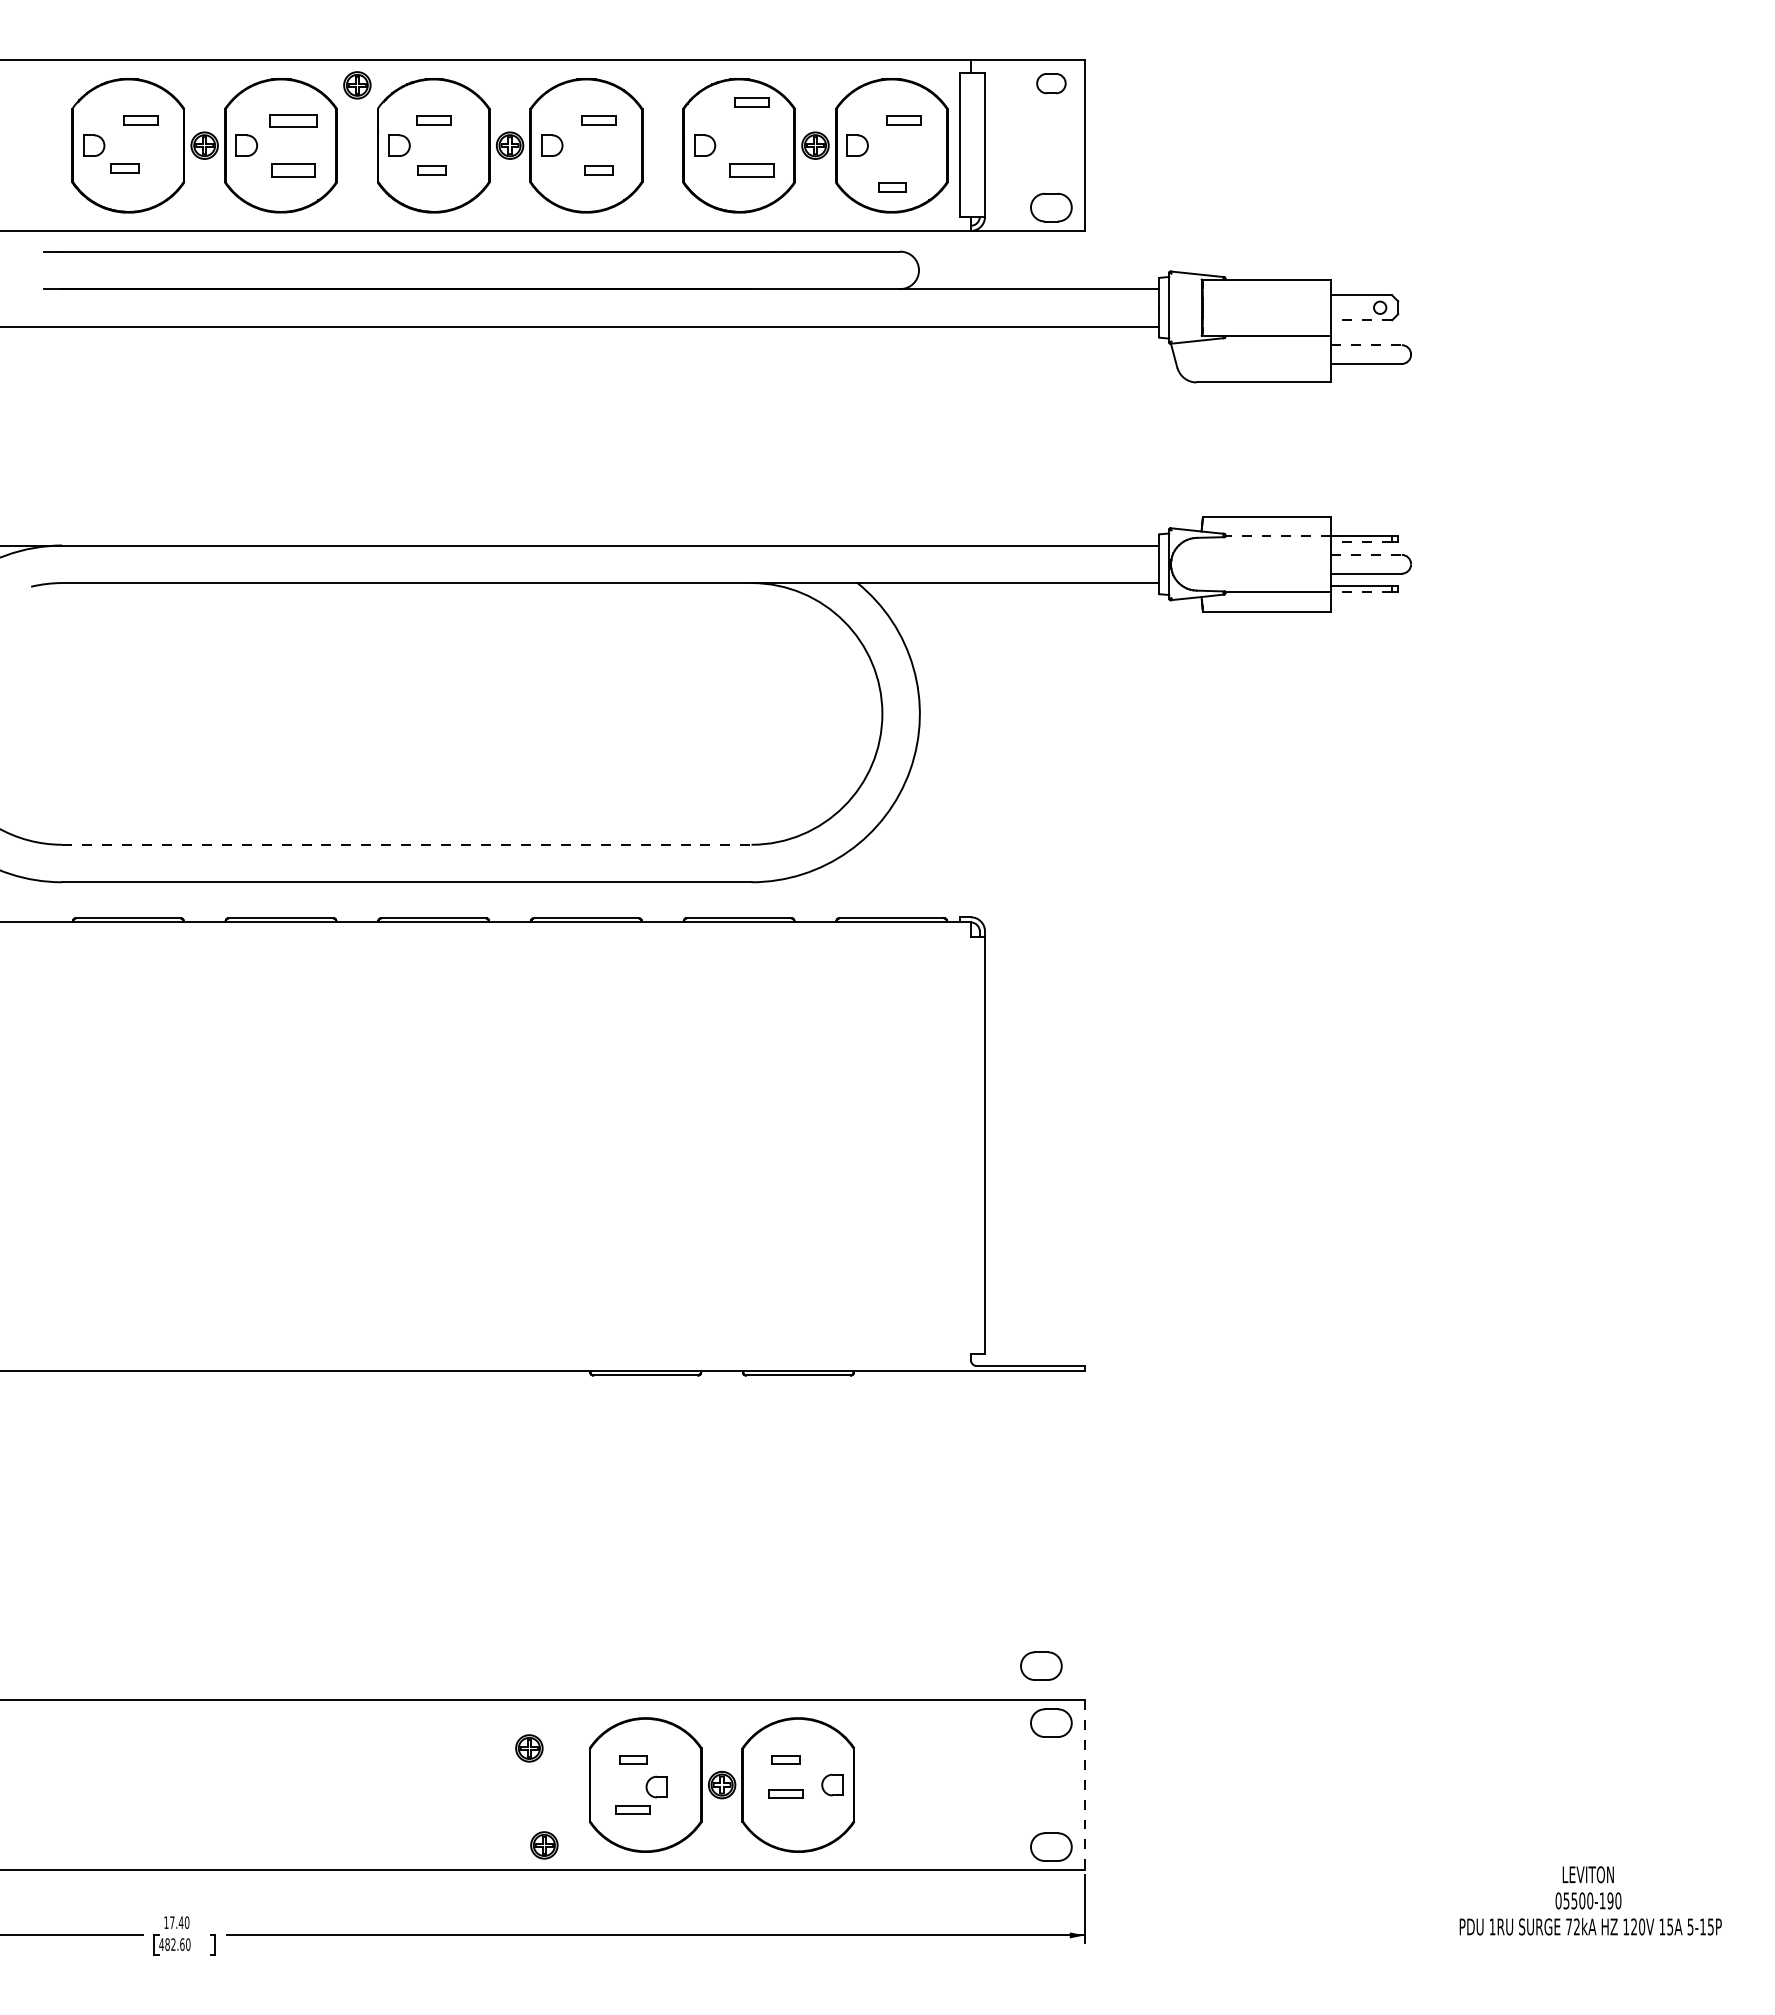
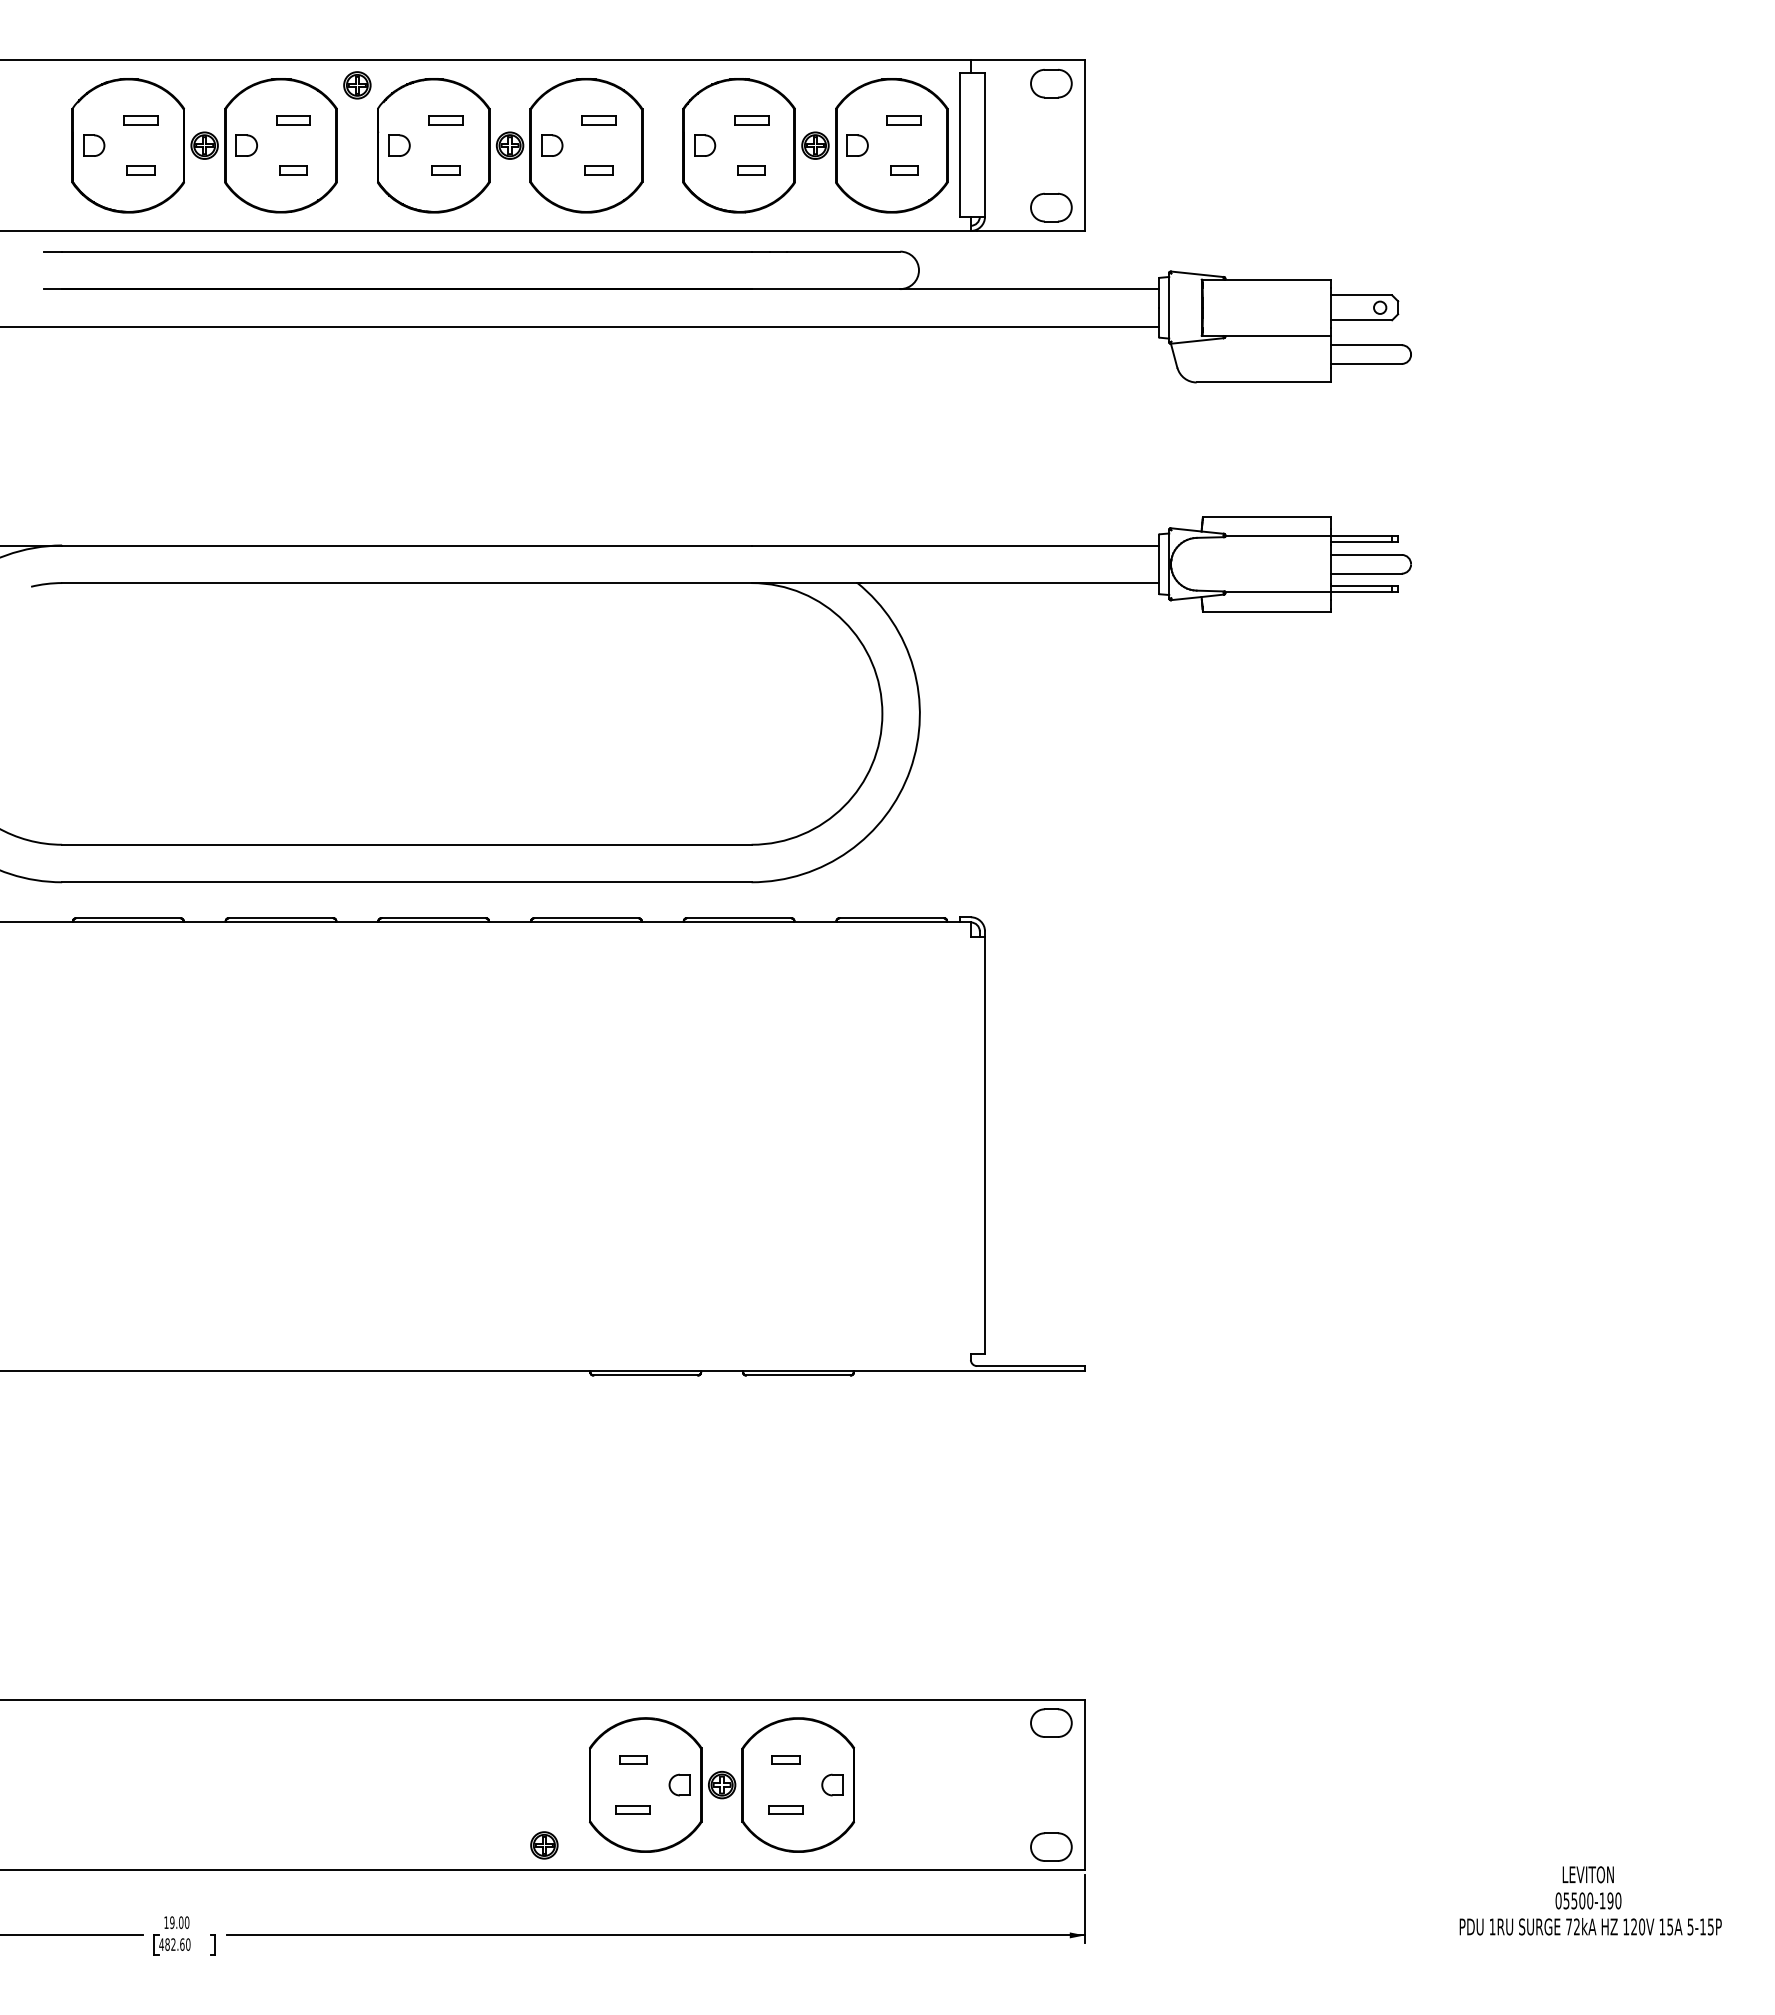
part at (1051, 83) size: 31x22 px -> 43x31 px
part at (751, 102) position: (751, 102) -> (751, 120)
part at (293, 120) size: 49x14 px -> 35x11 px
part at (433, 120) position: (433, 120) -> (445, 120)
part at (124, 168) position: (124, 168) -> (140, 170)
part at (293, 170) size: 45x15 px -> 29x11 px
part at (431, 170) position: (431, 170) -> (445, 170)
part at (751, 170) size: 46x15 px -> 29x11 px
part at (892, 187) position: (892, 187) -> (904, 170)
line at (1361, 320): dashed -> solid
line at (1367, 345): dashed -> solid
line at (1278, 536): dashed -> solid
line at (1361, 542): dashed -> solid
line at (1367, 554): dashed -> solid
line at (1361, 592): dashed -> solid
line at (406, 844): dashed -> solid
part at (1041, 1665): present -> none
part at (529, 1748): present -> none
line at (1084, 1785): dashed -> solid
part at (656, 1786) position: (656, 1786) -> (679, 1784)
part at (785, 1793) position: (785, 1793) -> (785, 1809)
text at (176, 1922): 17.40 -> 19.00
